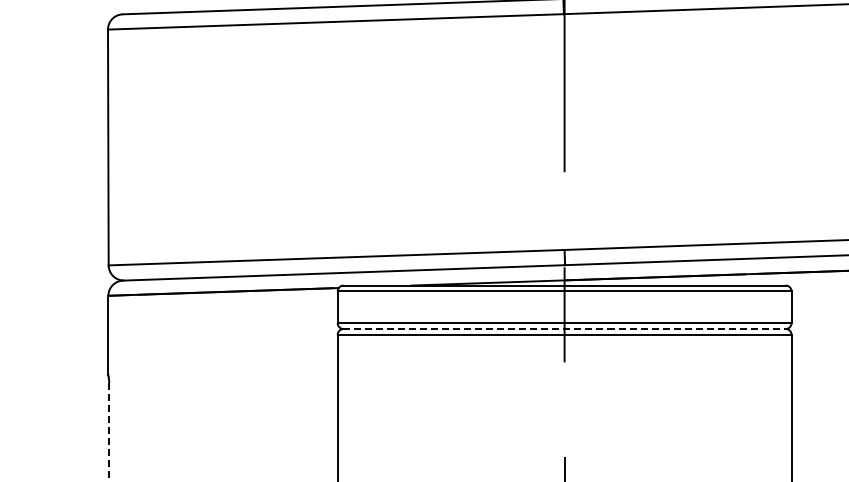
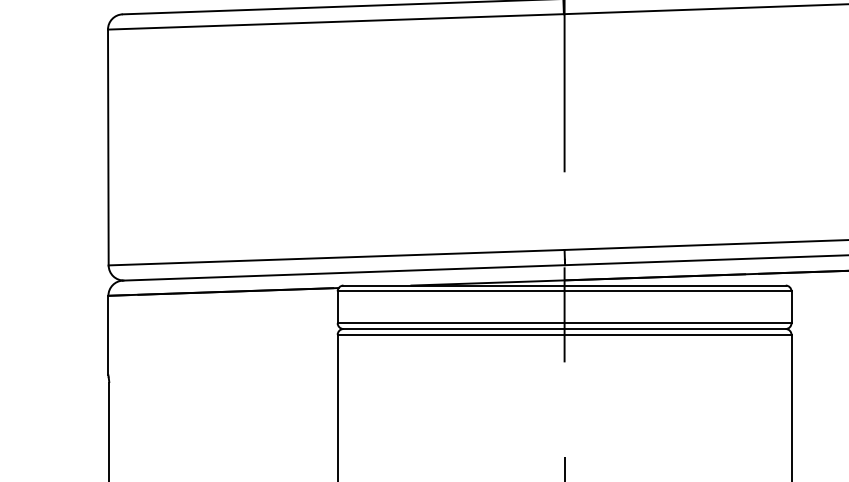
line at (565, 329): dashed -> solid
line at (109, 432): dashed -> solid
